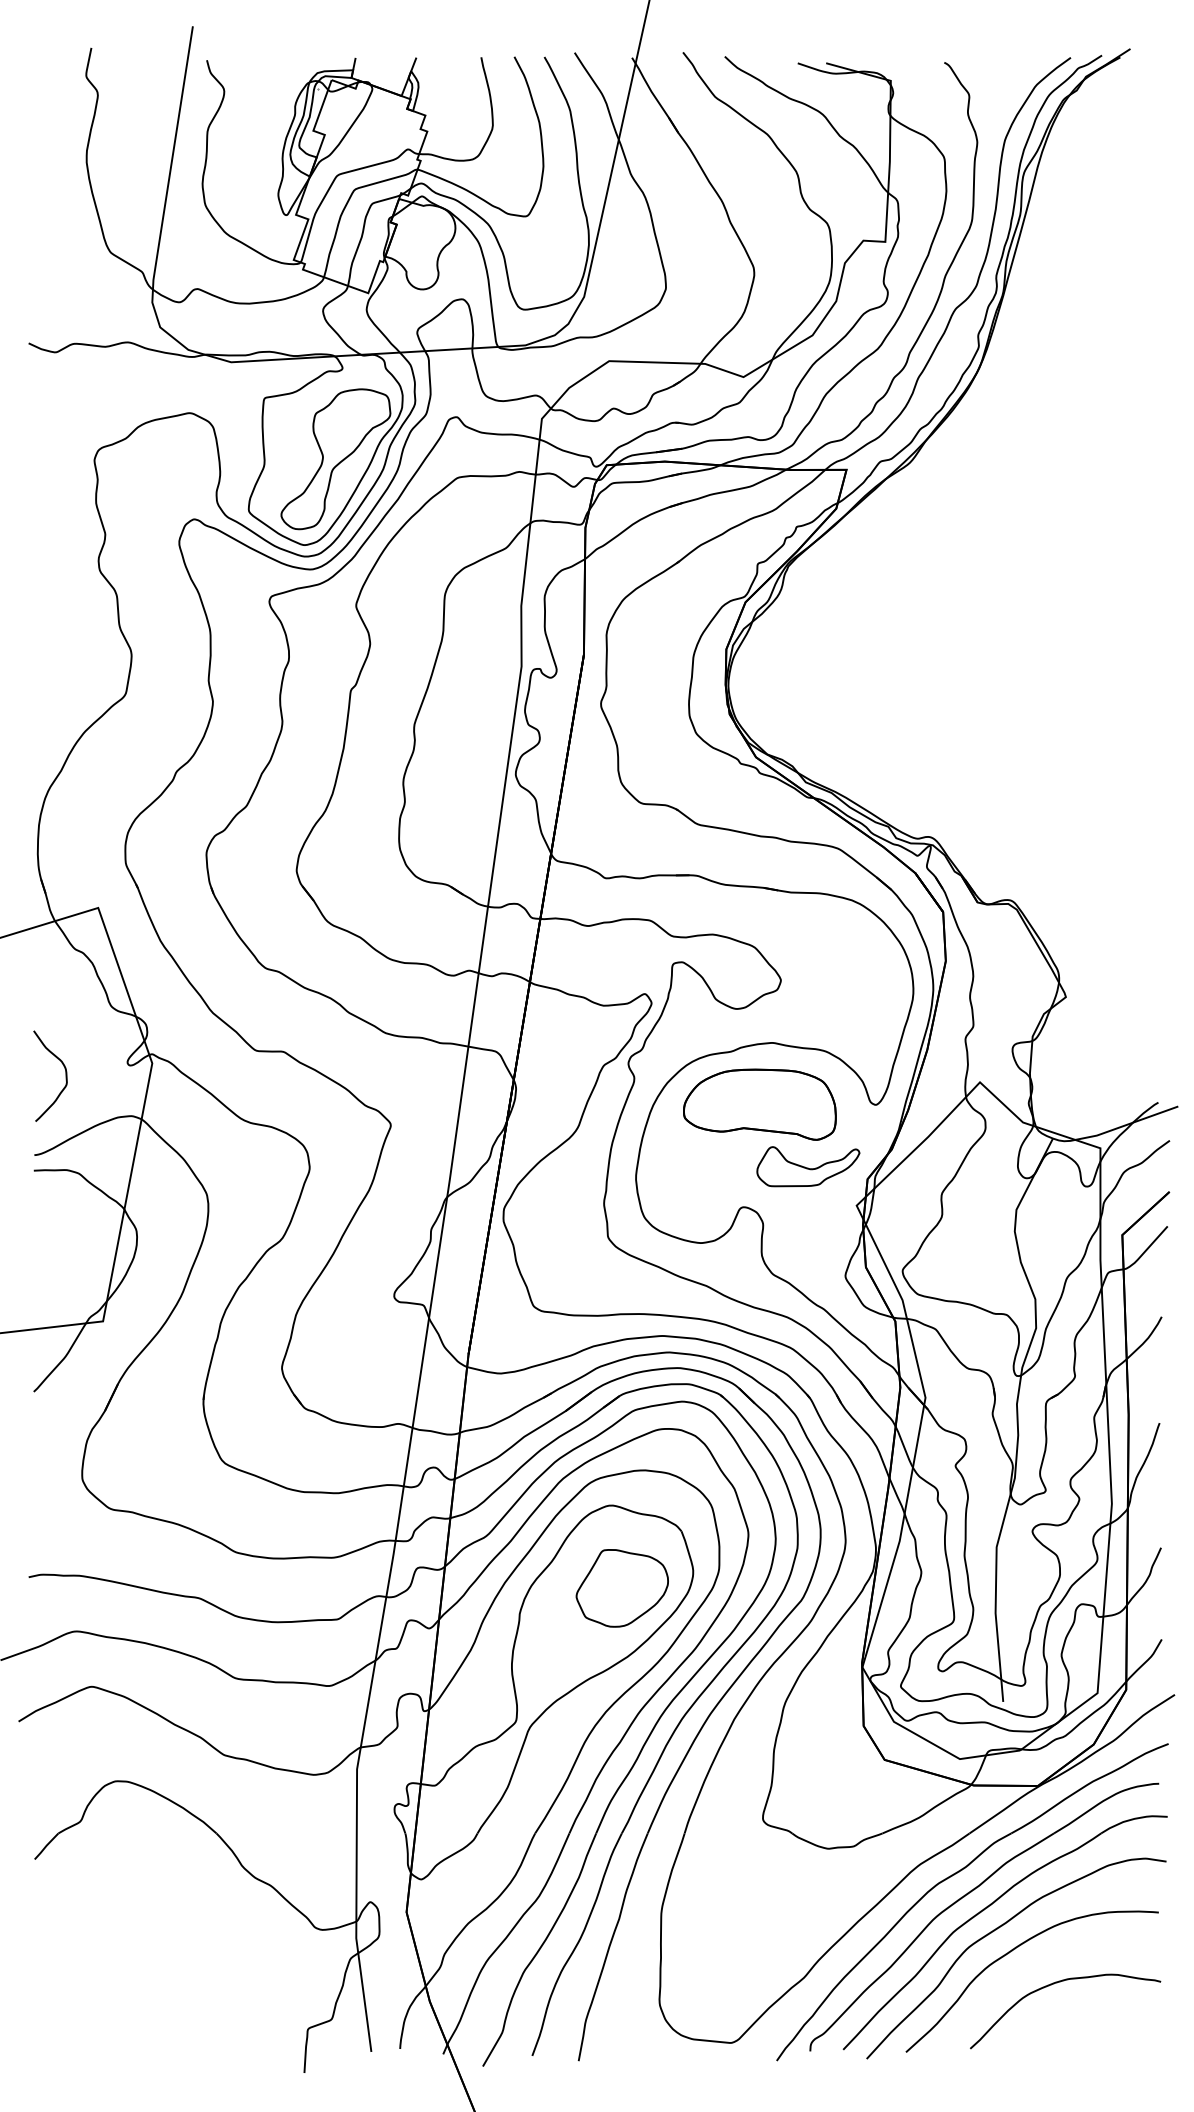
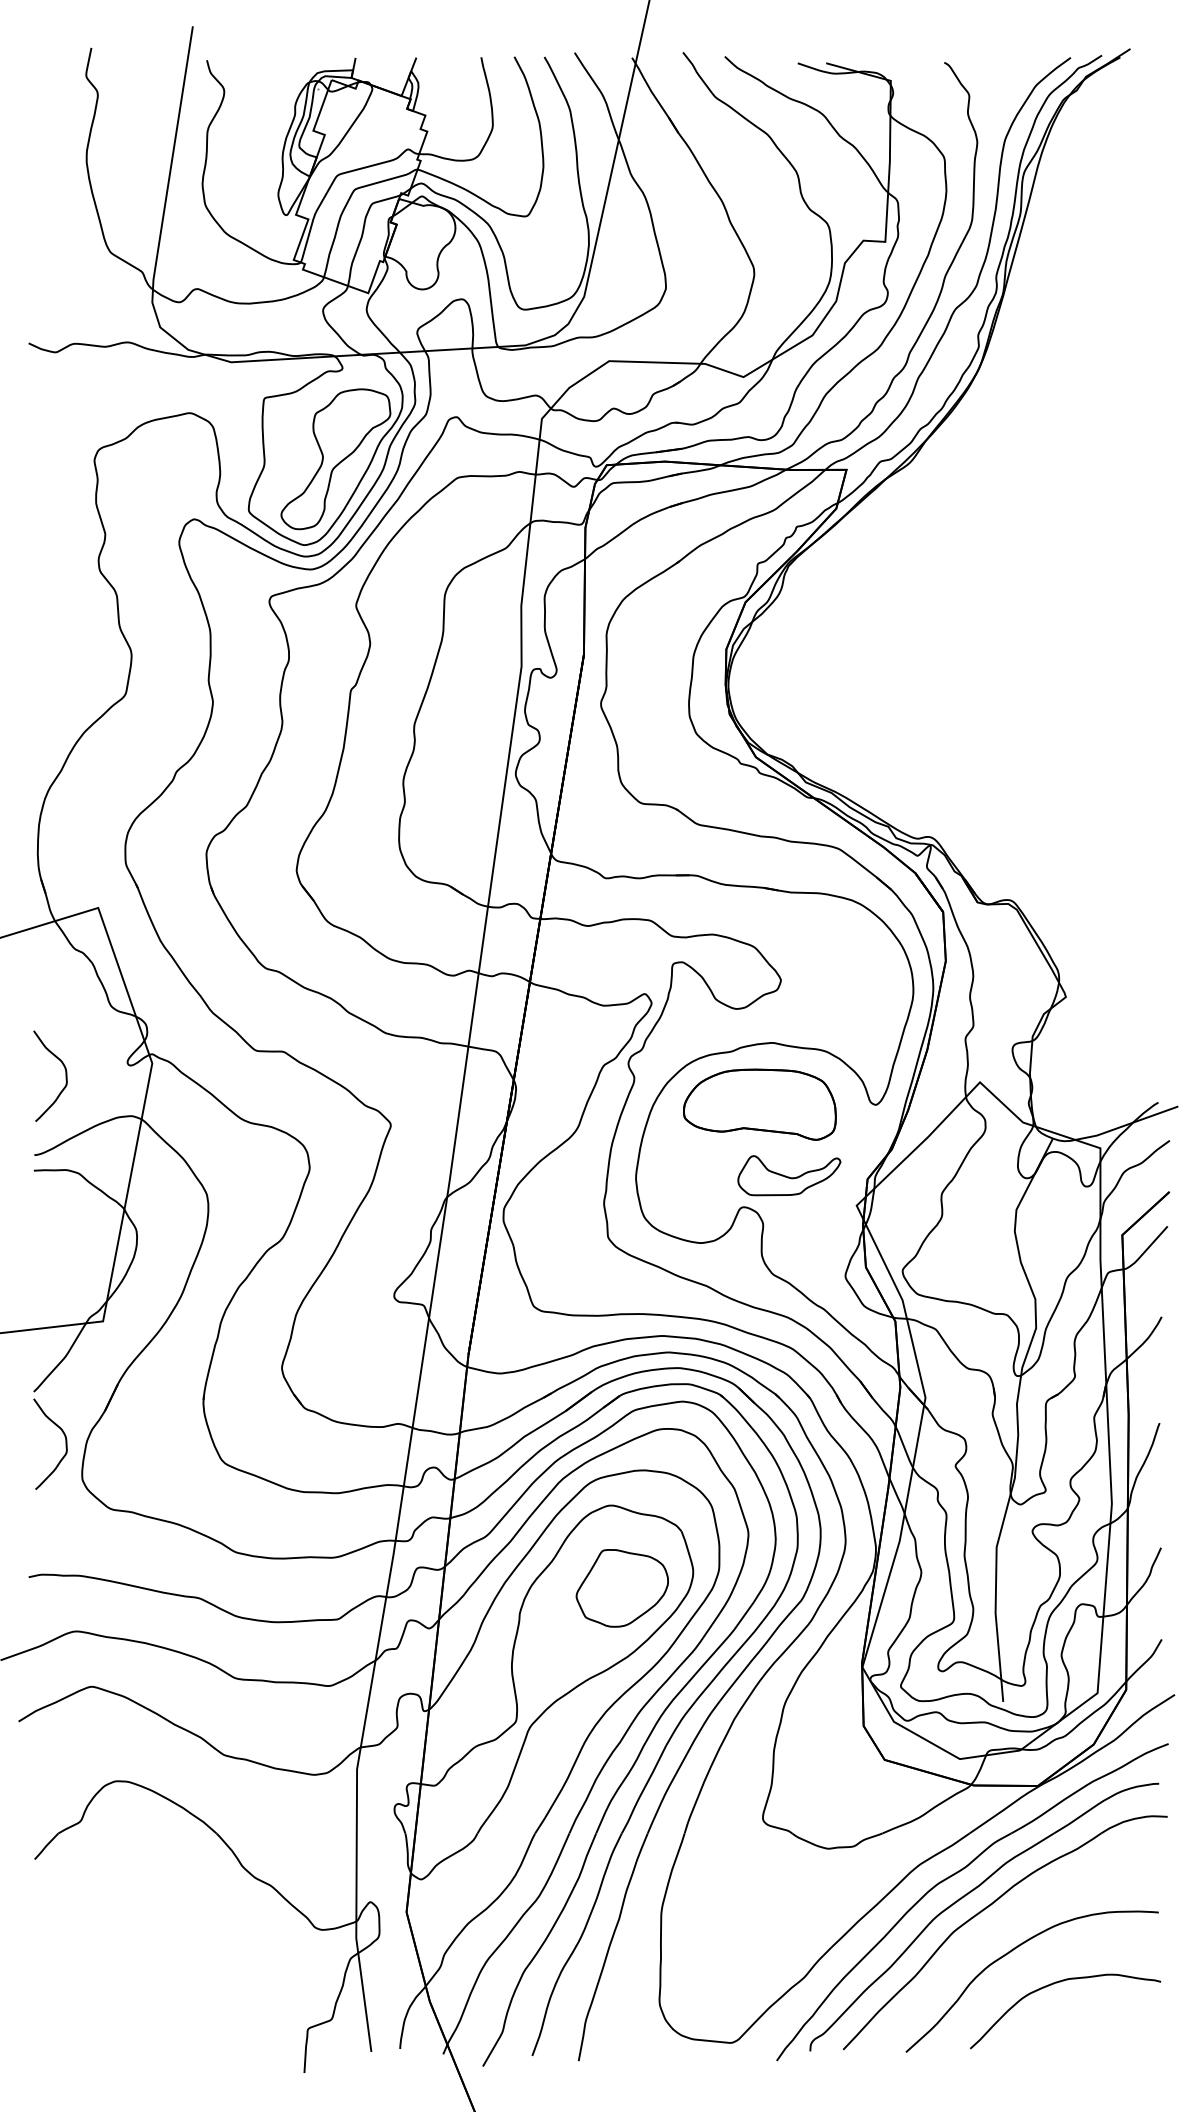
part at (808, 1166) position: (808, 1166) -> (789, 1175)
curve at (65, 1443): none -> present
curve at (996, 1930): present -> none
